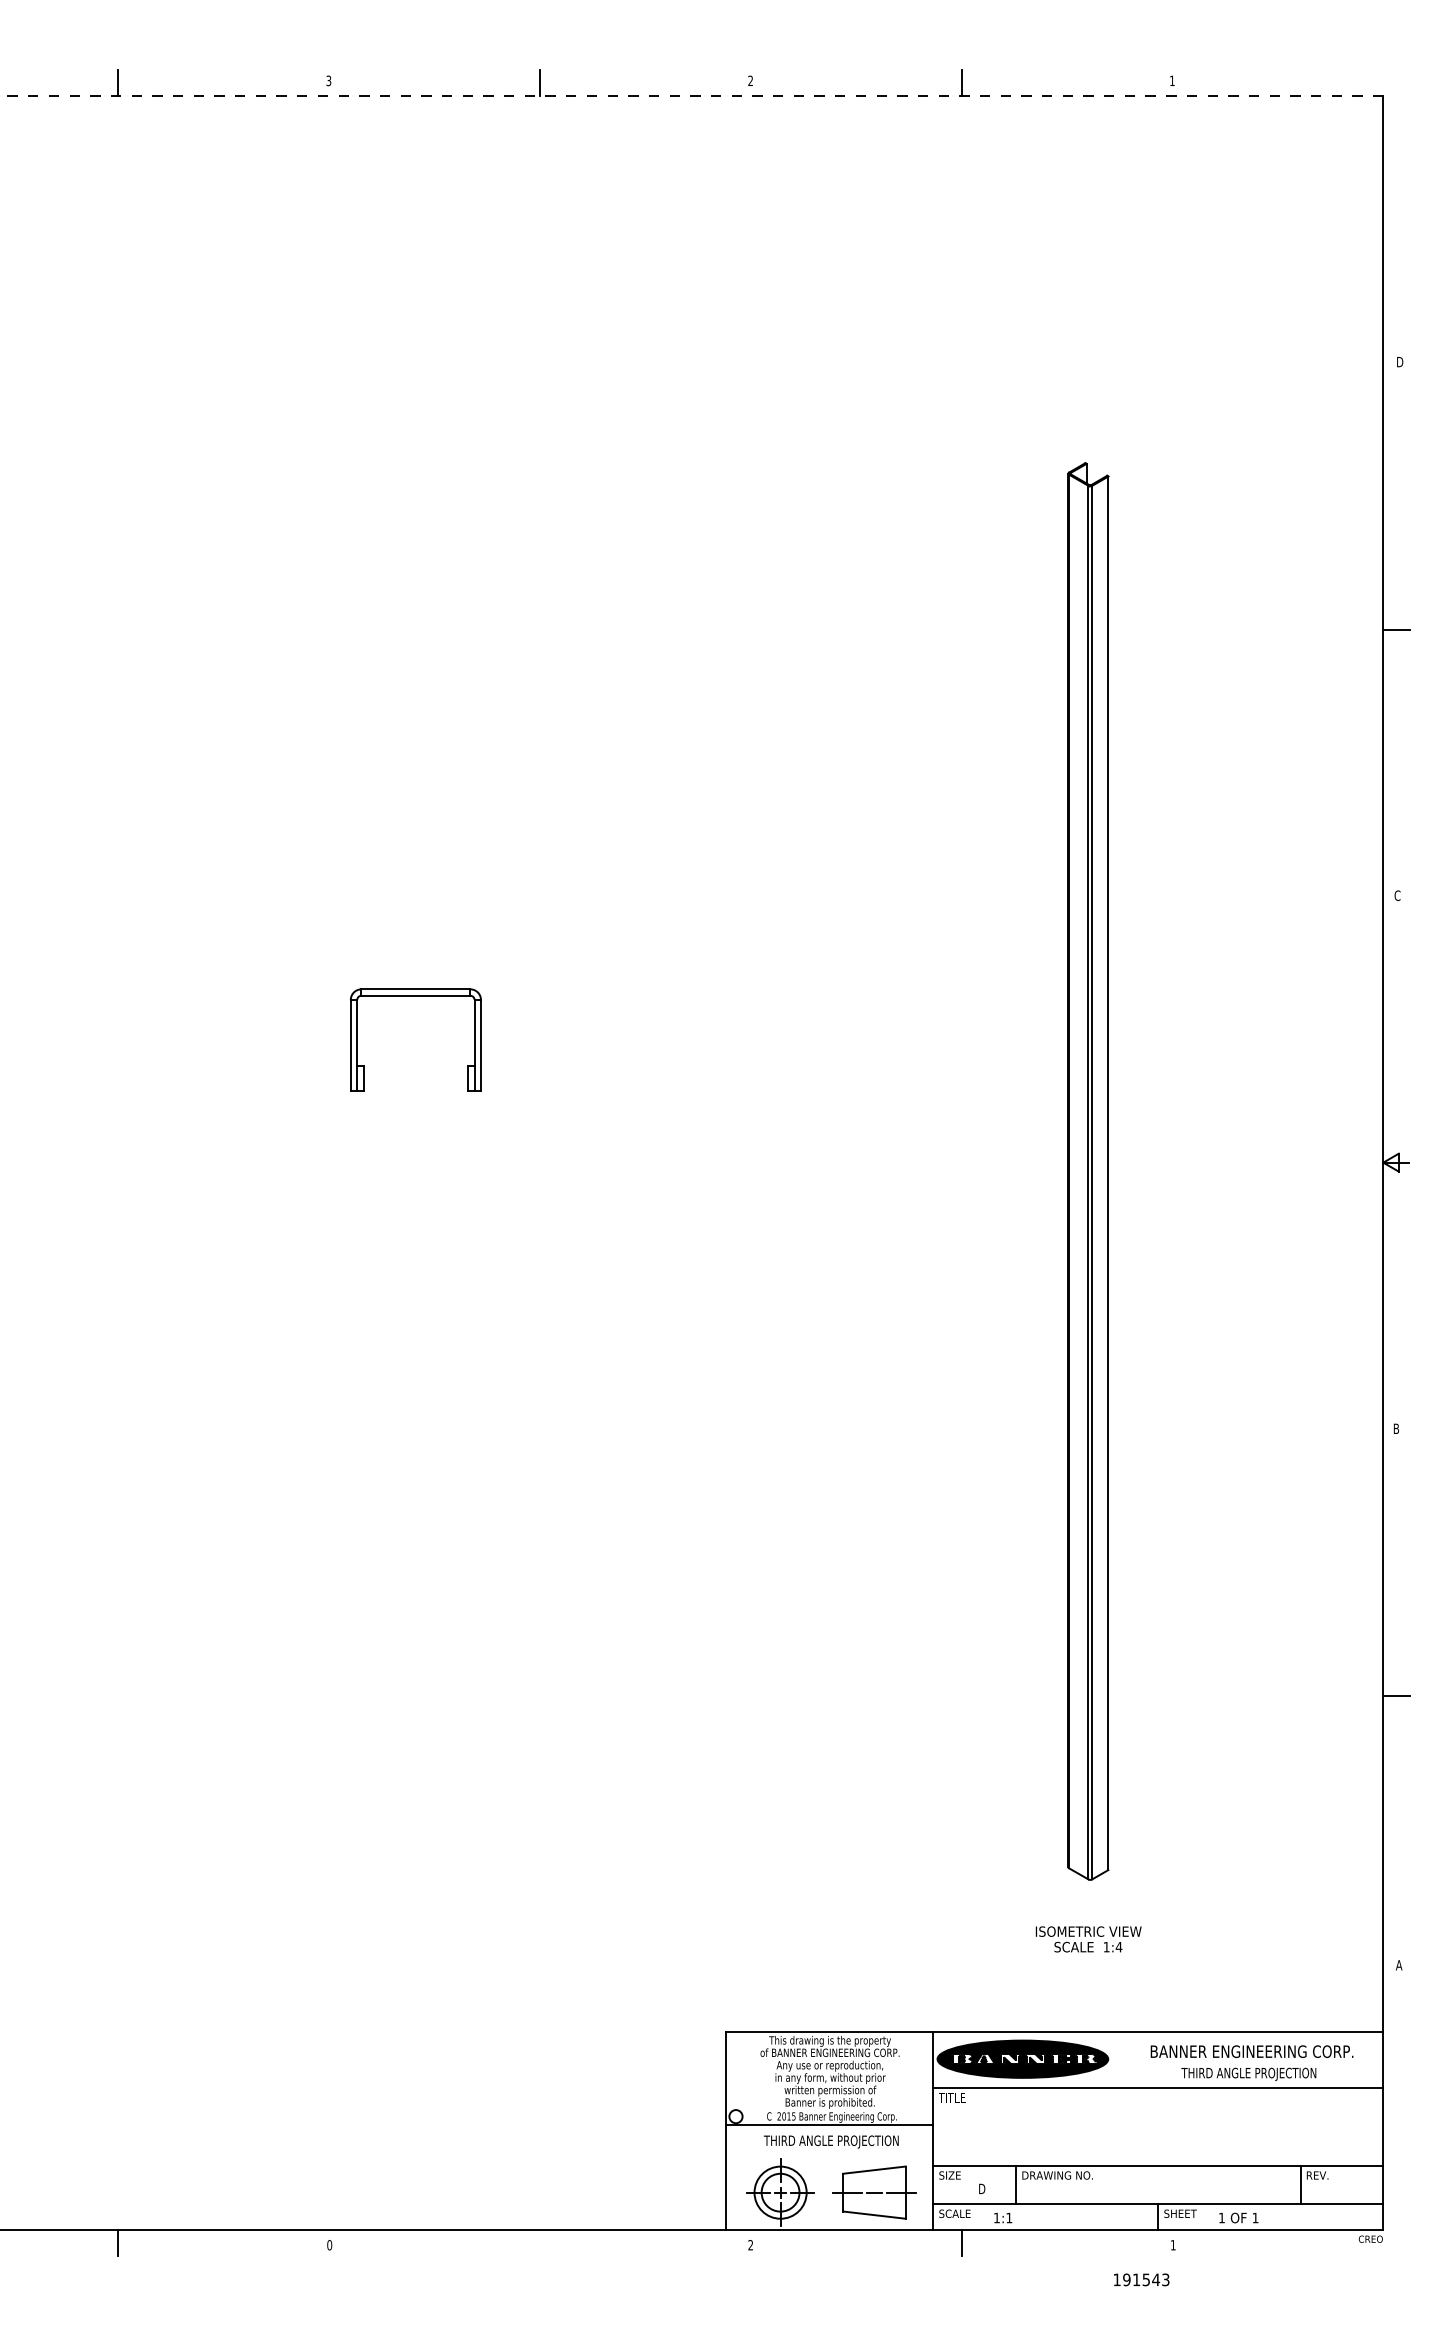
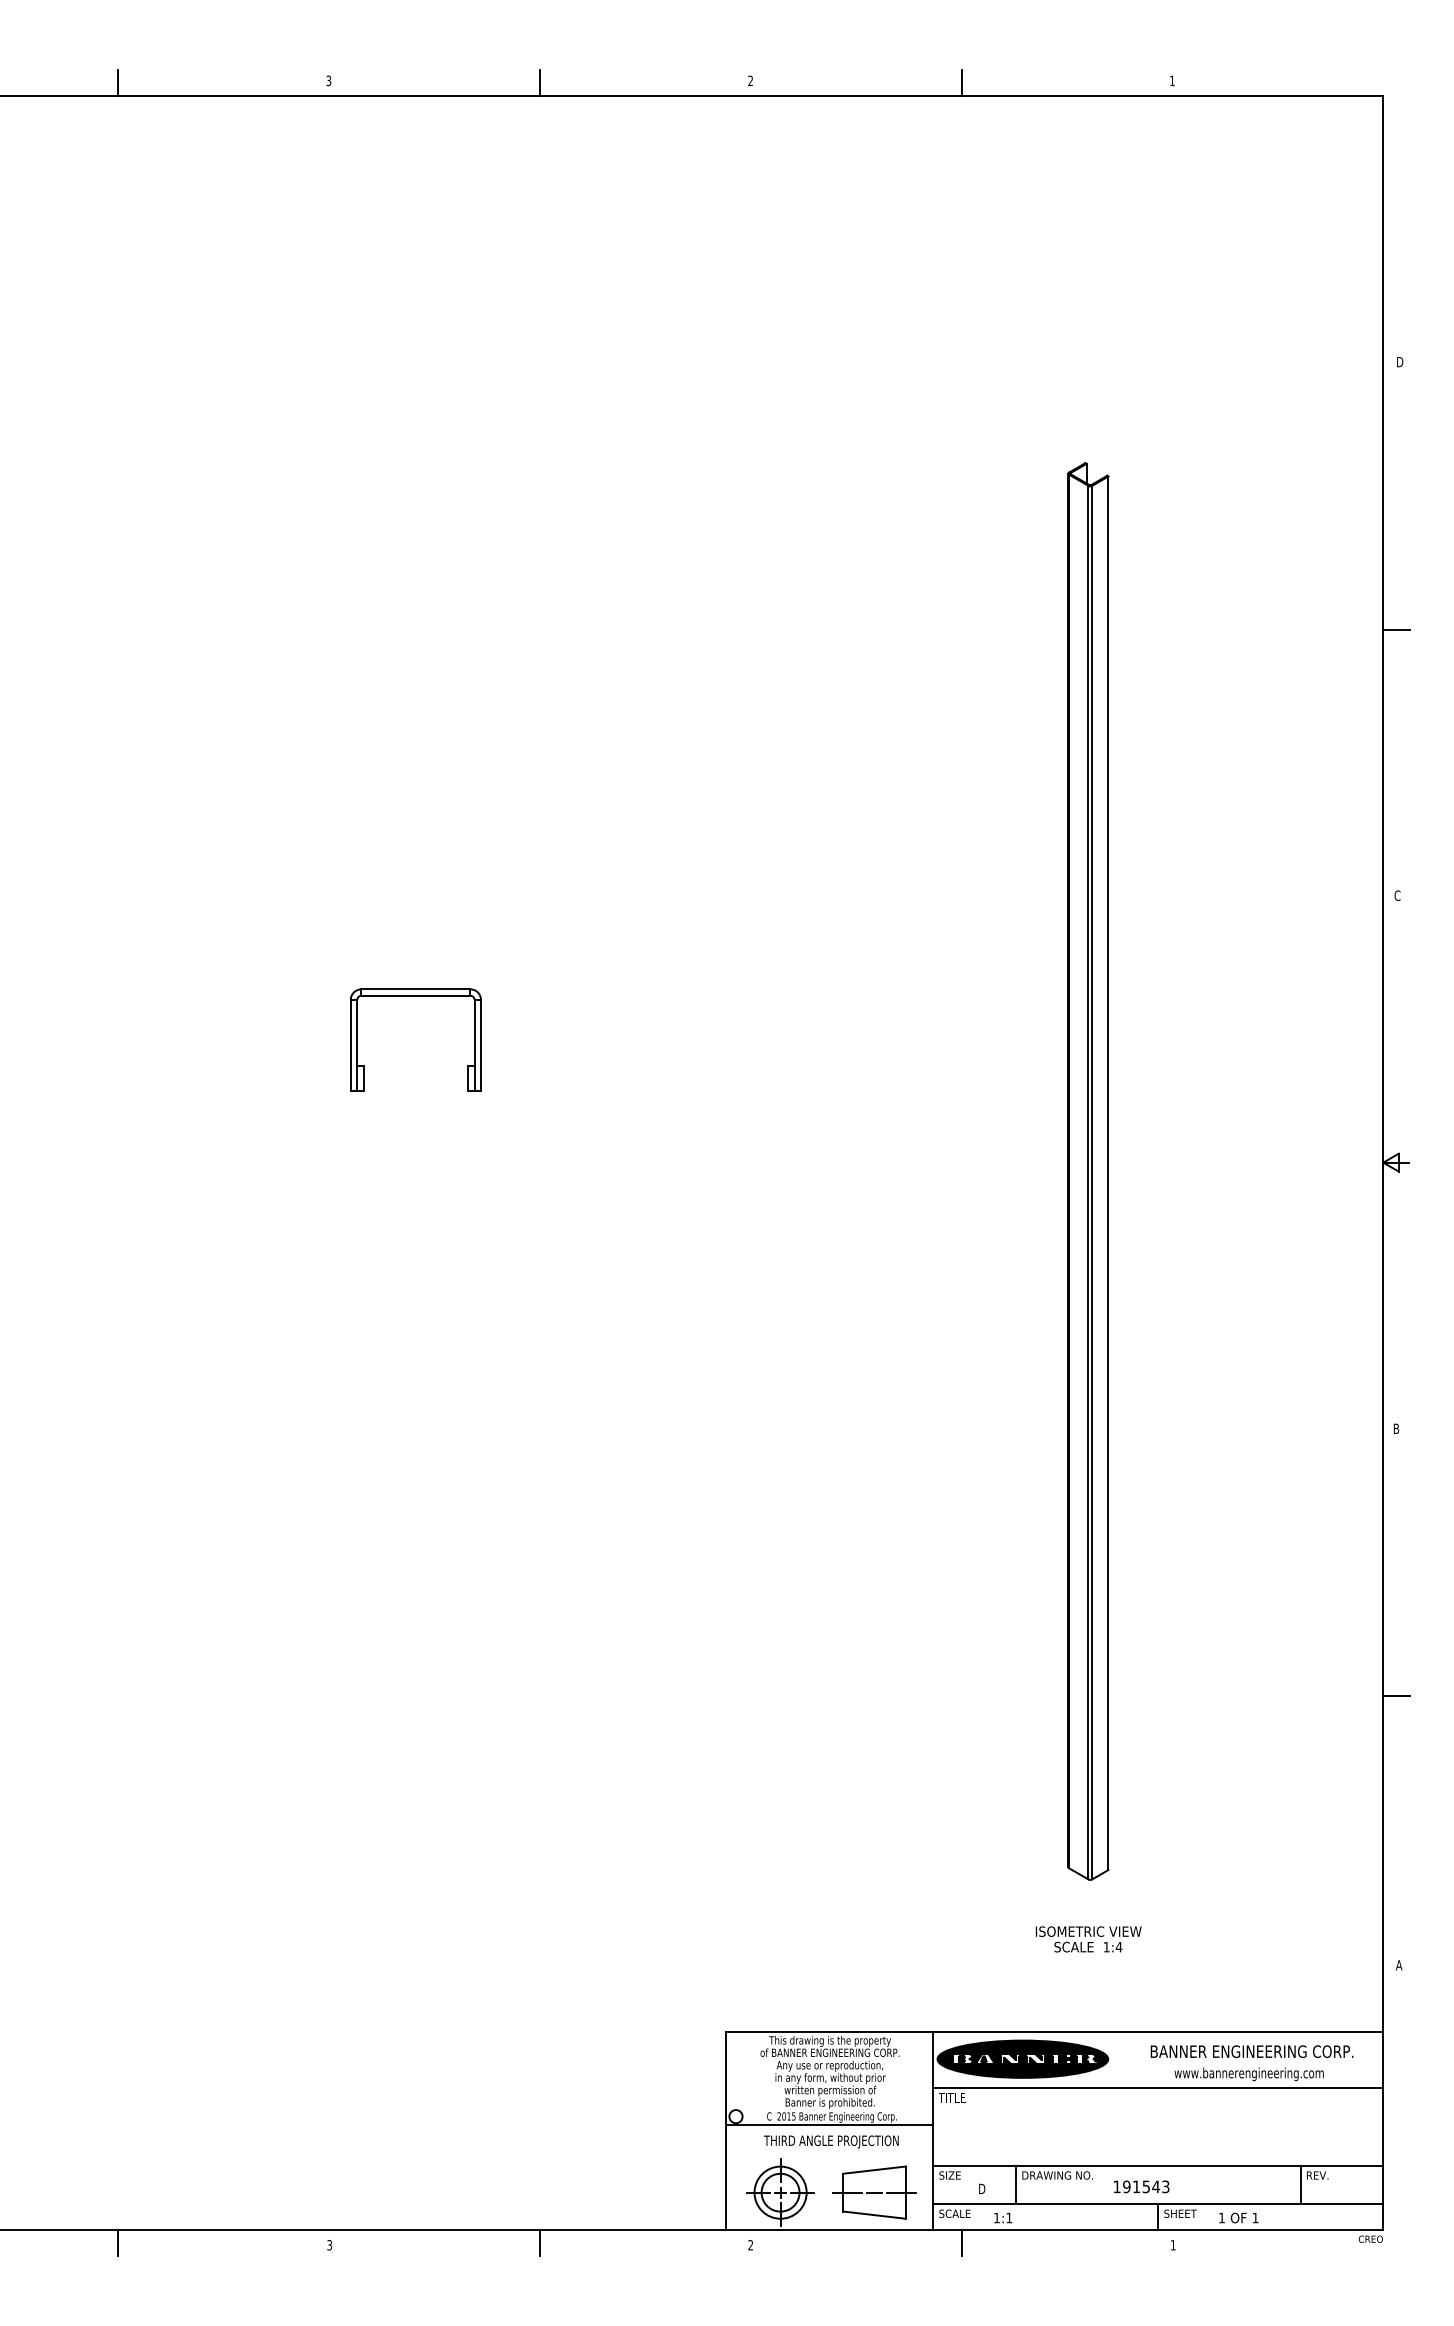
line at (691, 95): dashed -> solid
text at (1248, 2074): THIRD ANGLE PROJECTION -> www.bannerengineering.com
line at (539, 2243): none -> present
text at (329, 2245): 0 -> 3
text at (1141, 2279) position: (1141, 2279) -> (1141, 2186)
